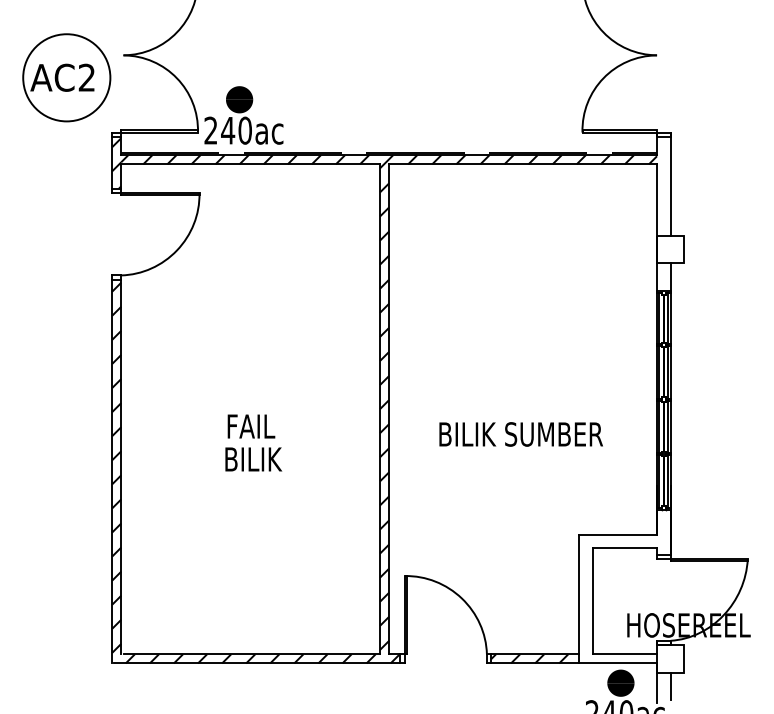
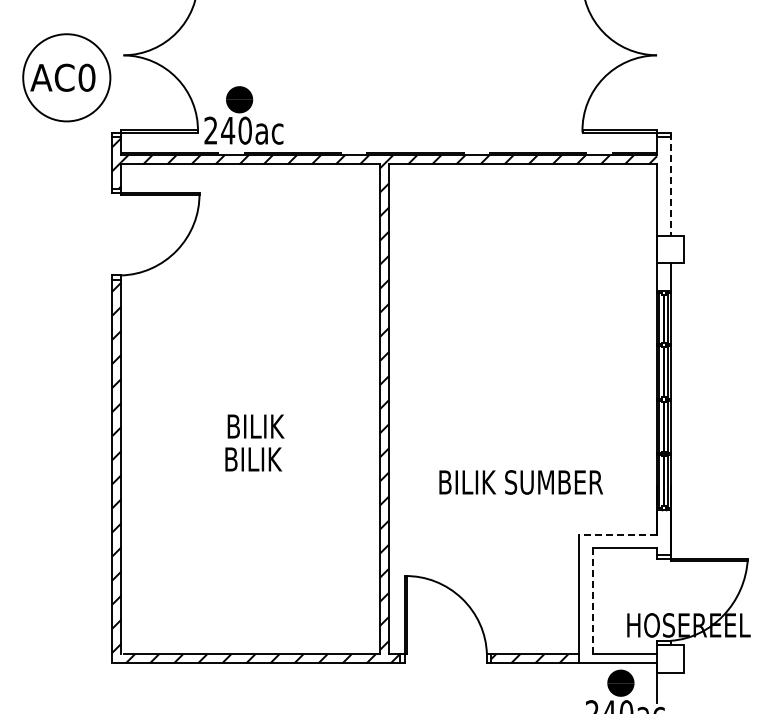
text at (86, 77): AC2 -> AC0
line at (670, 184): solid -> dashed
text at (257, 426): FAIL -> BILIK
text at (520, 434) position: (520, 434) -> (520, 482)
line at (618, 534): solid -> dashed
line at (593, 601): solid -> dashed
line at (670, 686): present -> none
